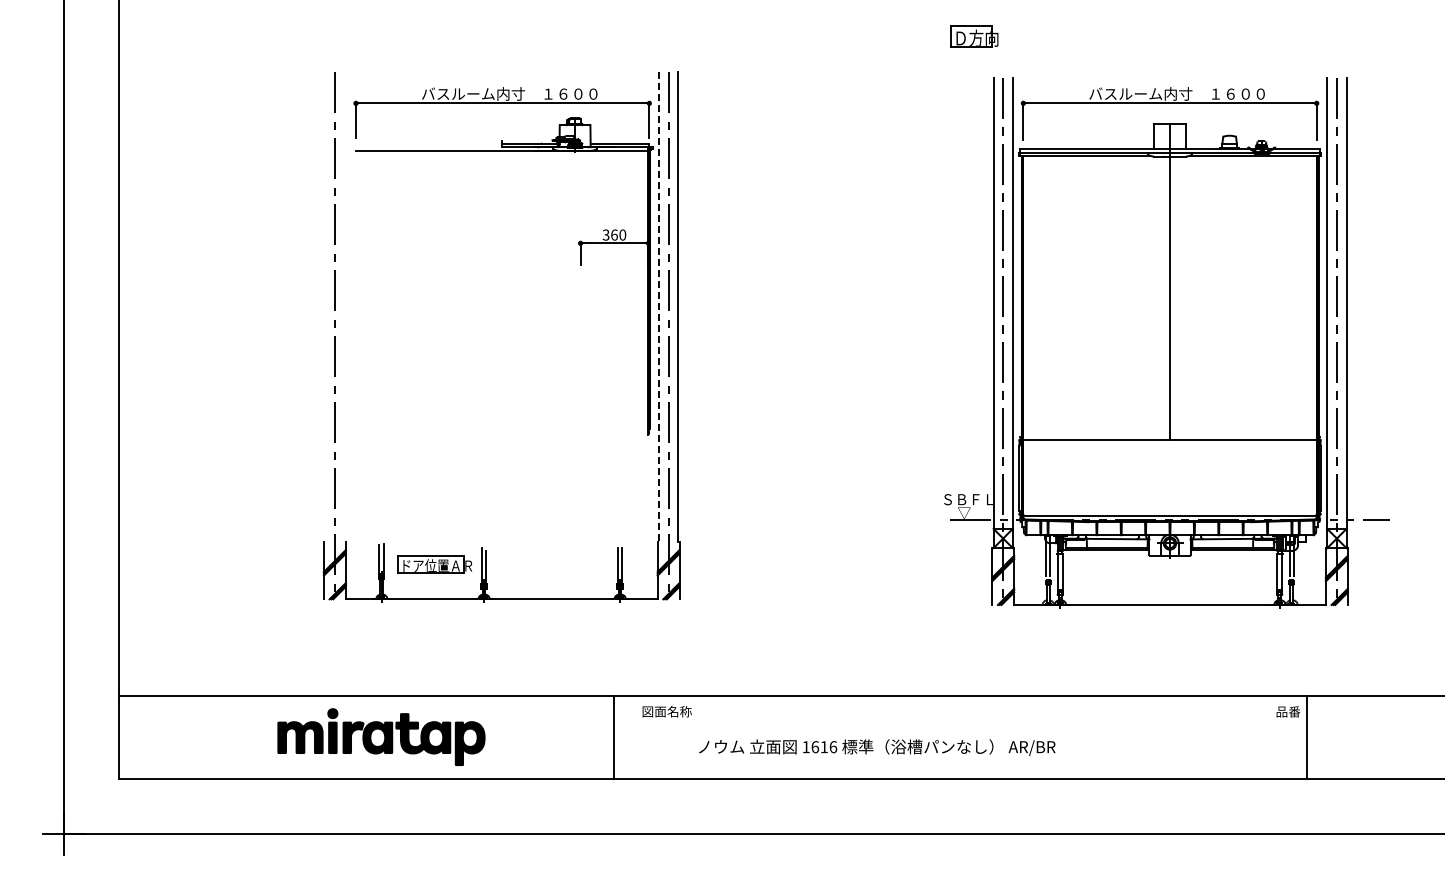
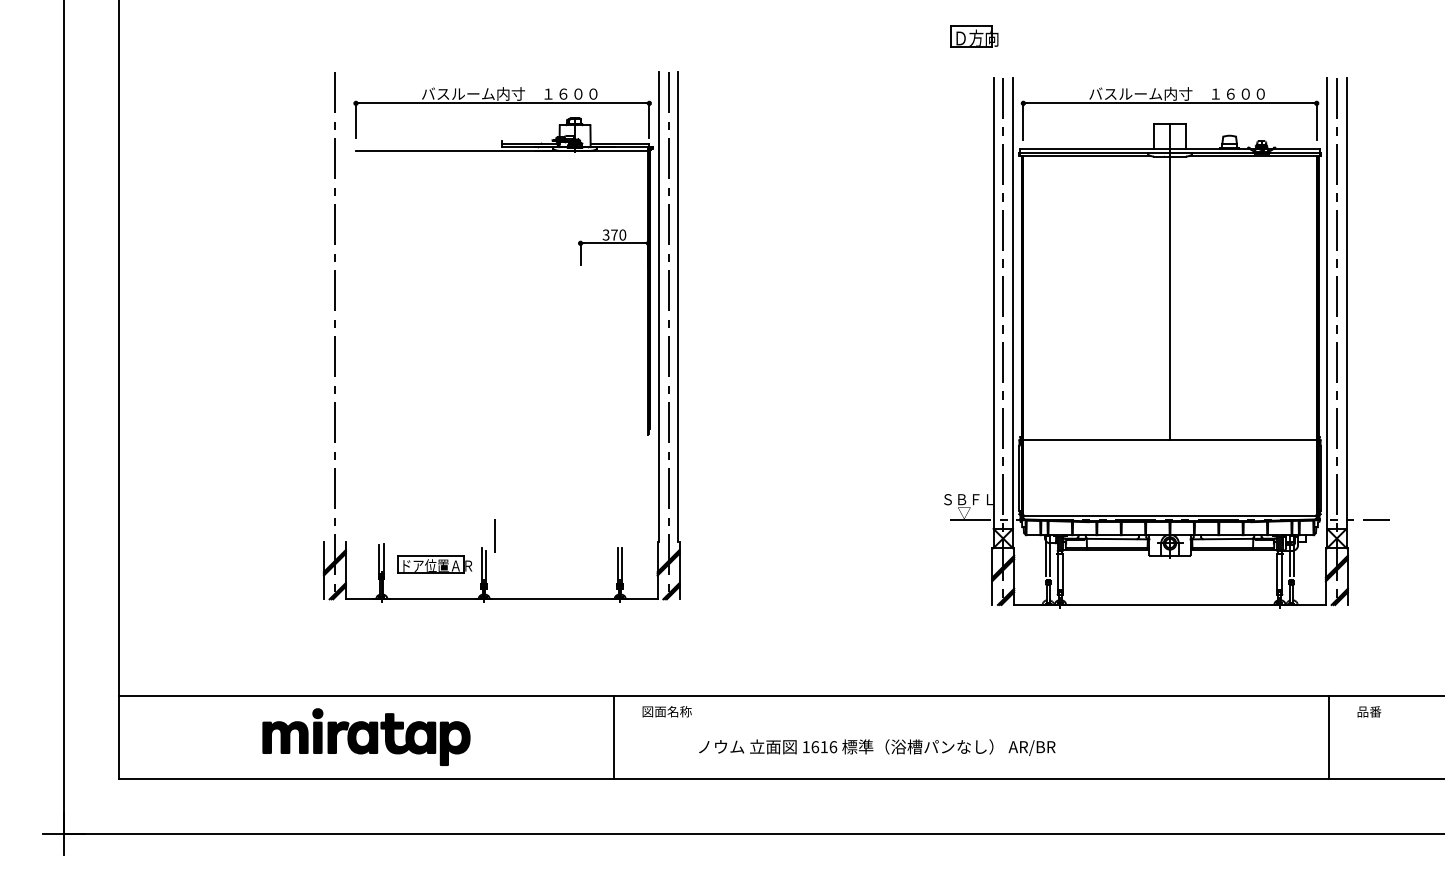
text at (614, 234): 360 -> 370
line at (658, 307): dashed -> solid
line at (495, 536): none -> present
text at (1288, 711) position: (1288, 711) -> (1369, 711)
part at (381, 736) position: (381, 736) -> (366, 736)
line at (1307, 737) position: (1307, 737) -> (1329, 737)
